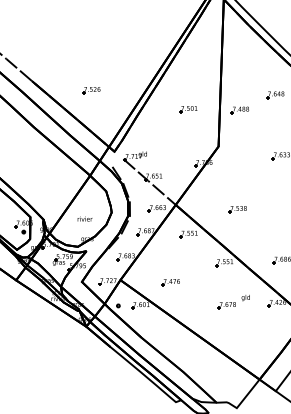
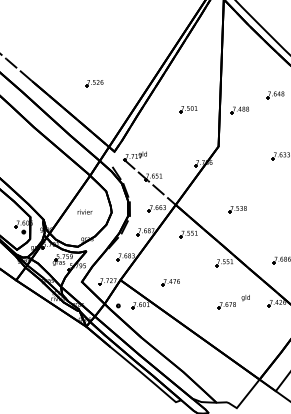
part at (91, 90) position: (91, 90) -> (94, 83)
text at (84, 218) position: (84, 218) -> (84, 211)
